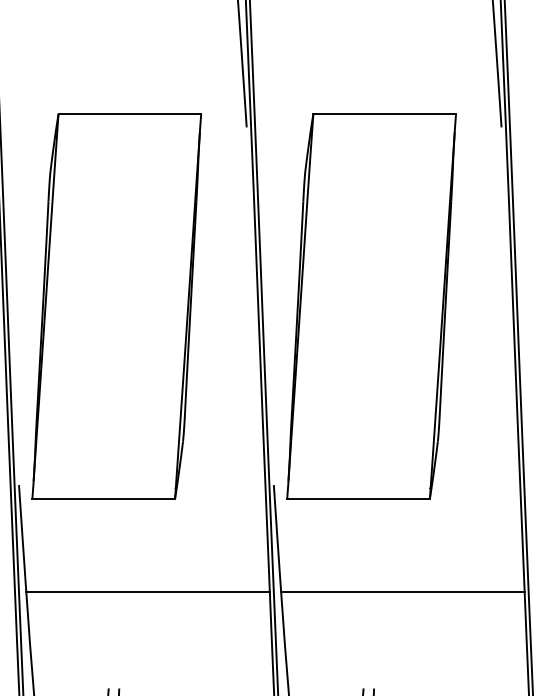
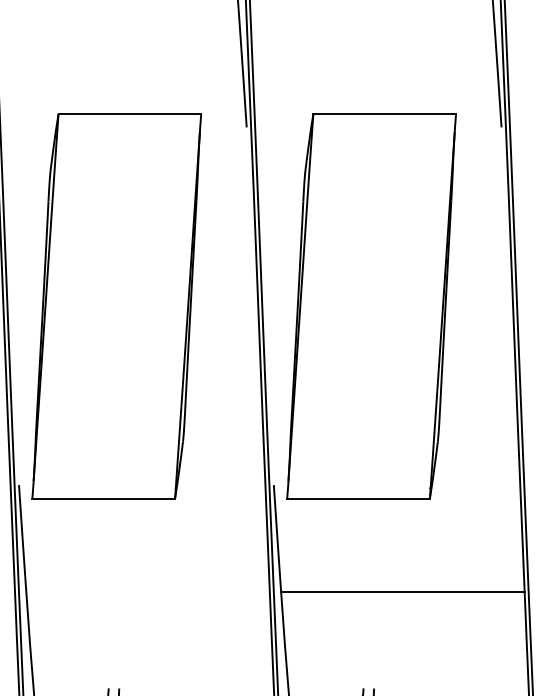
line at (147, 591): present -> none
